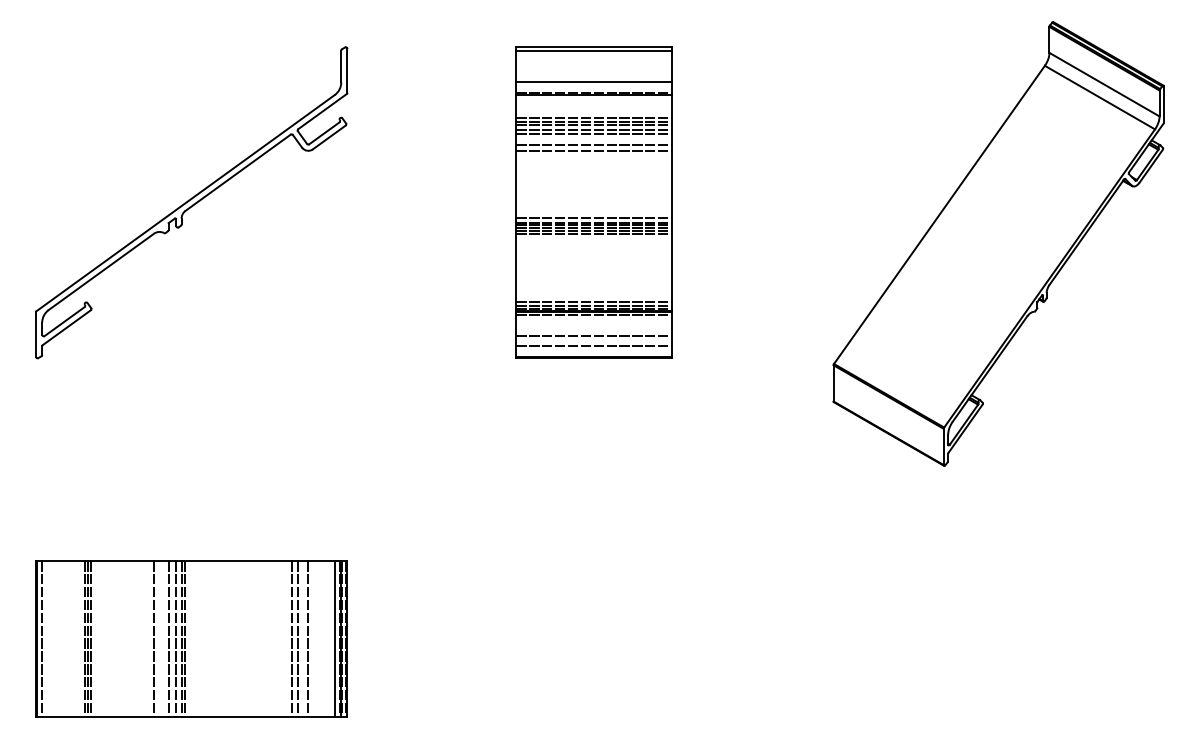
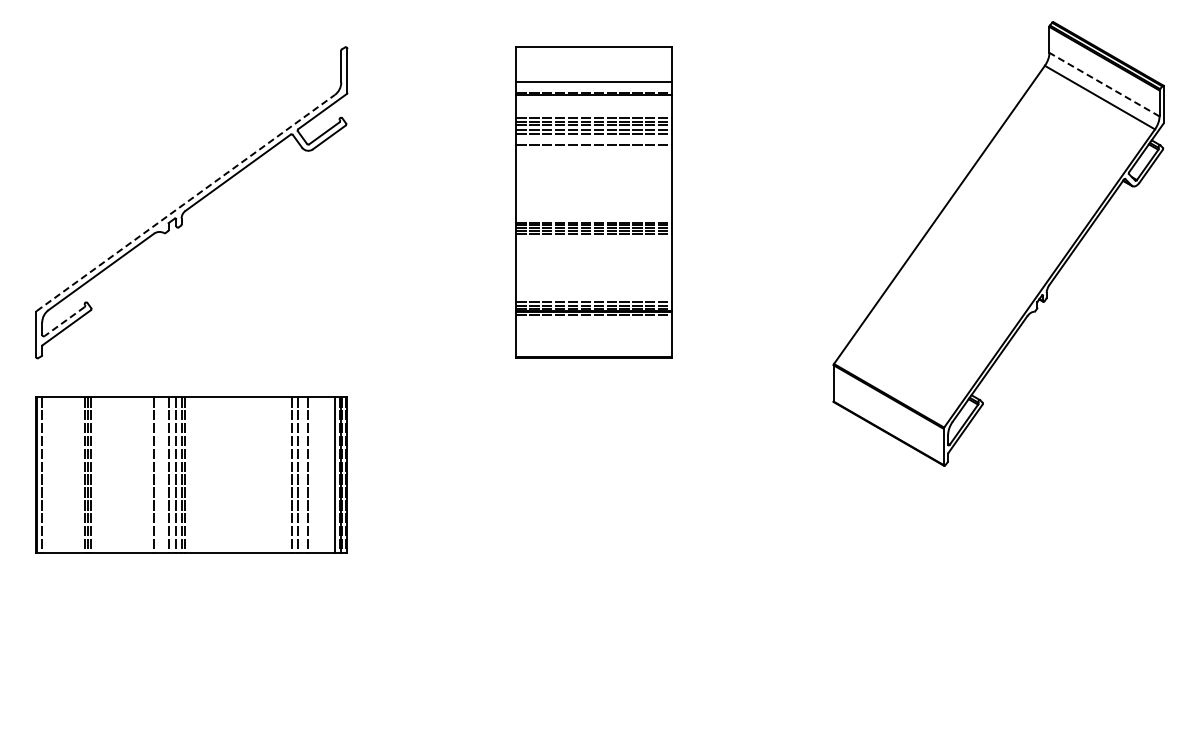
line at (594, 50): present -> none
line at (1104, 84): solid -> dashed
line at (594, 150): present -> none
line at (186, 202): solid -> dashed
line at (594, 218): present -> none
line at (64, 321): solid -> dashed
line at (594, 336): present -> none
line at (594, 345): present -> none
part at (191, 638) position: (191, 638) -> (191, 474)
